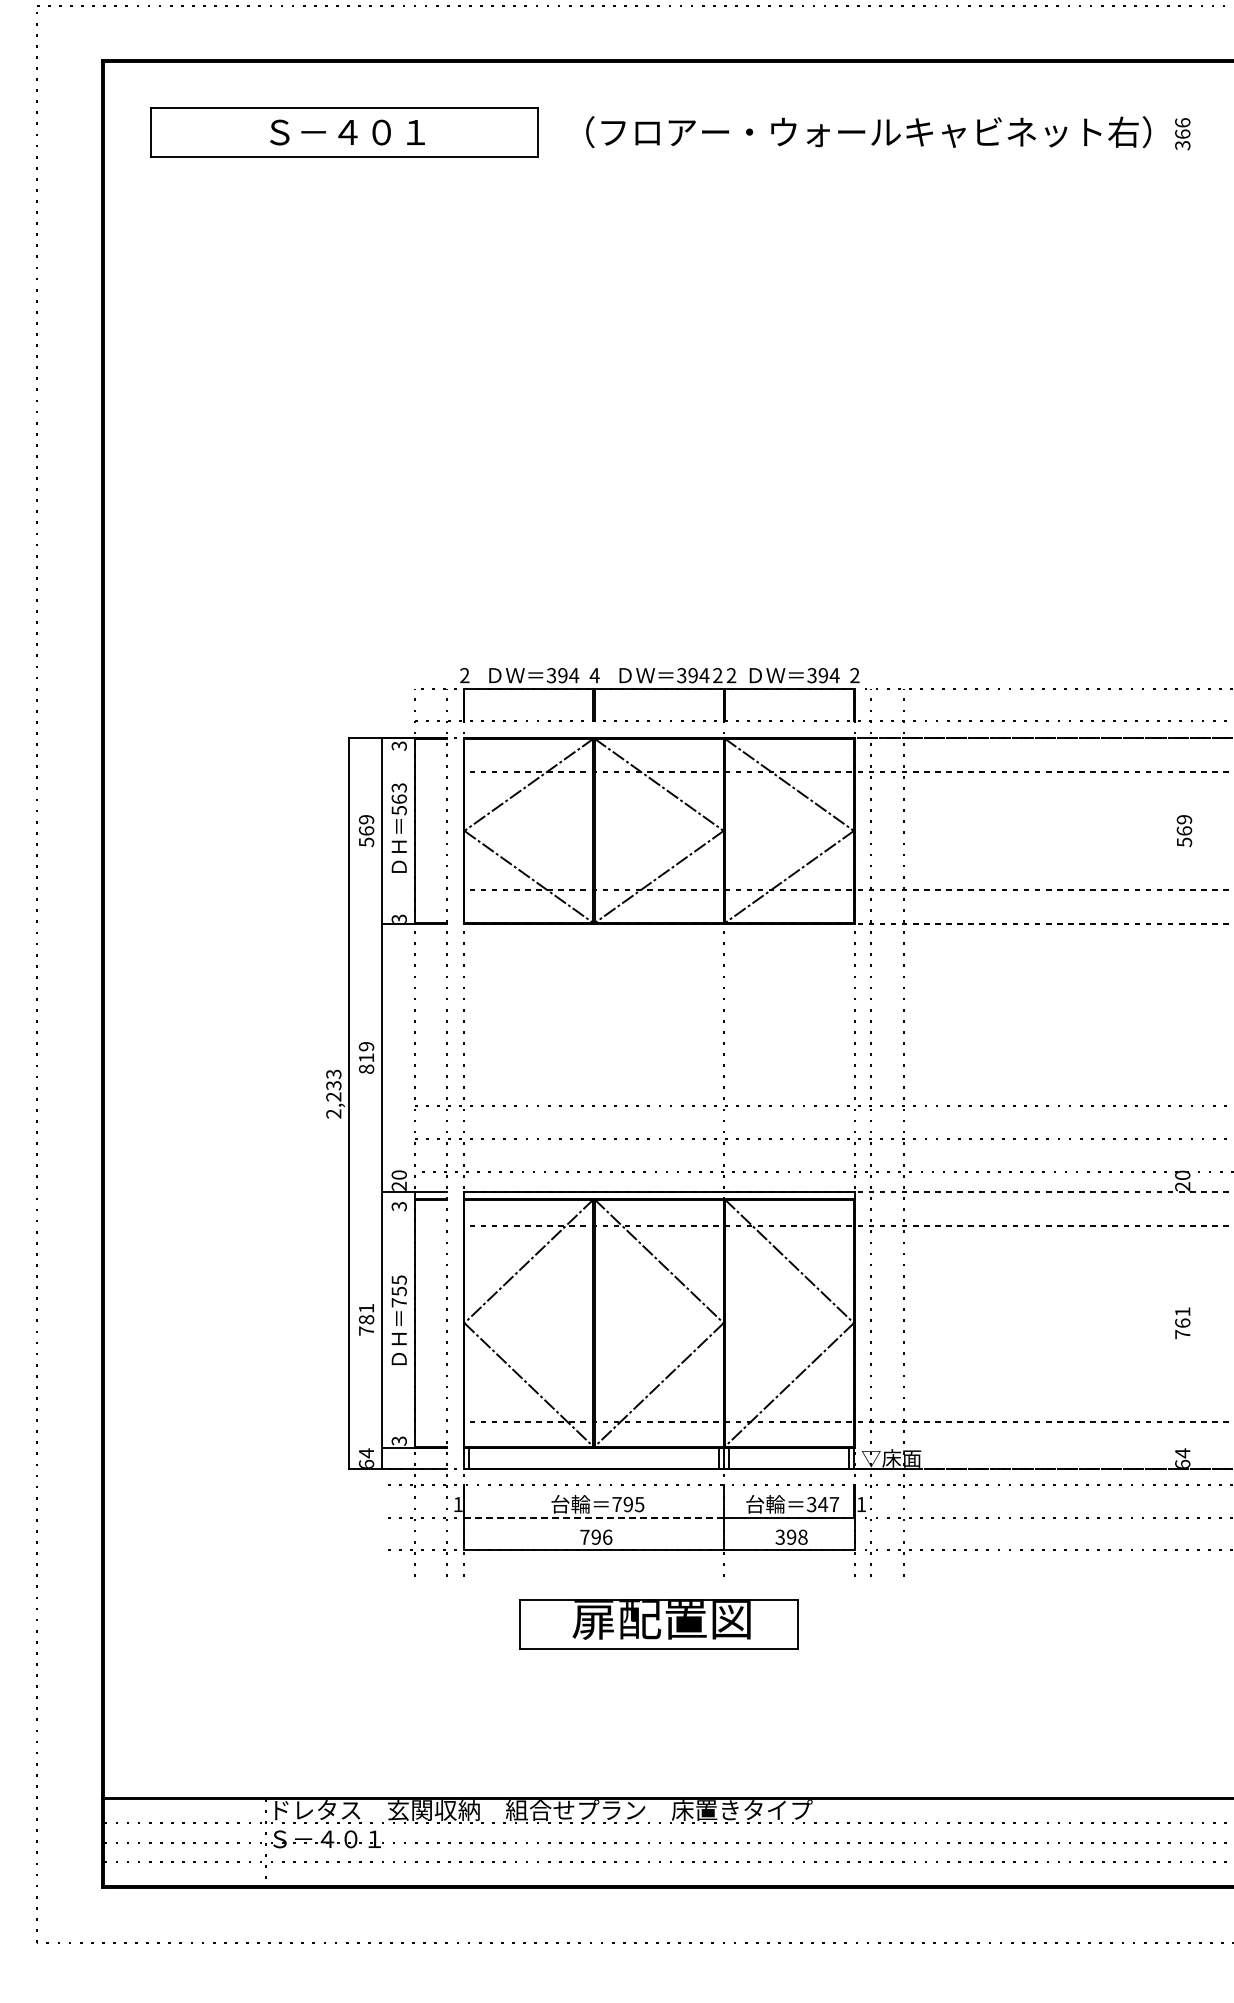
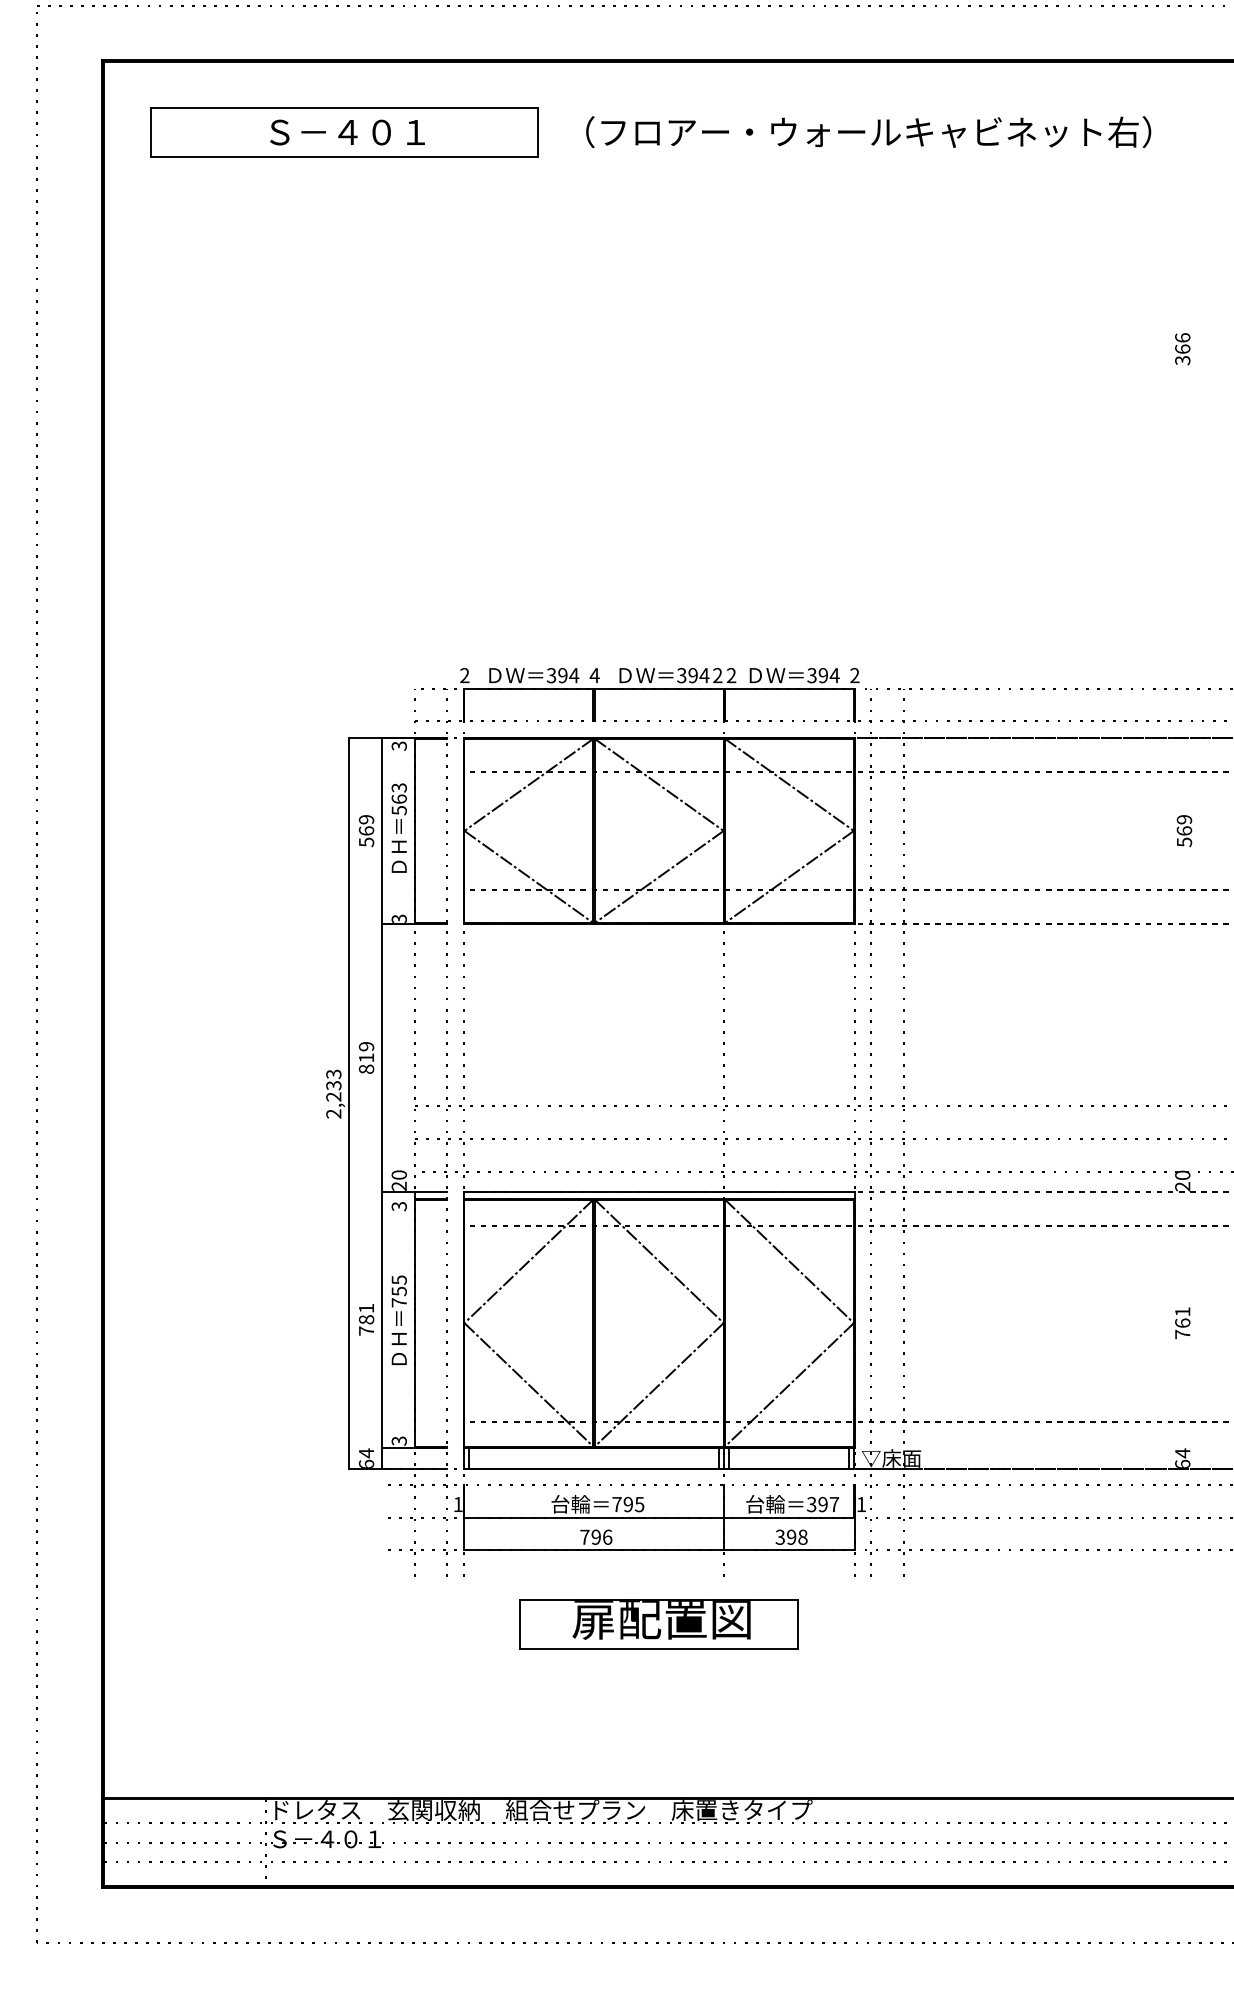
text at (1182, 134) position: (1182, 134) -> (1182, 349)
text at (823, 1504): 347 -> 397
line at (593, 1517): dashed -> solid
